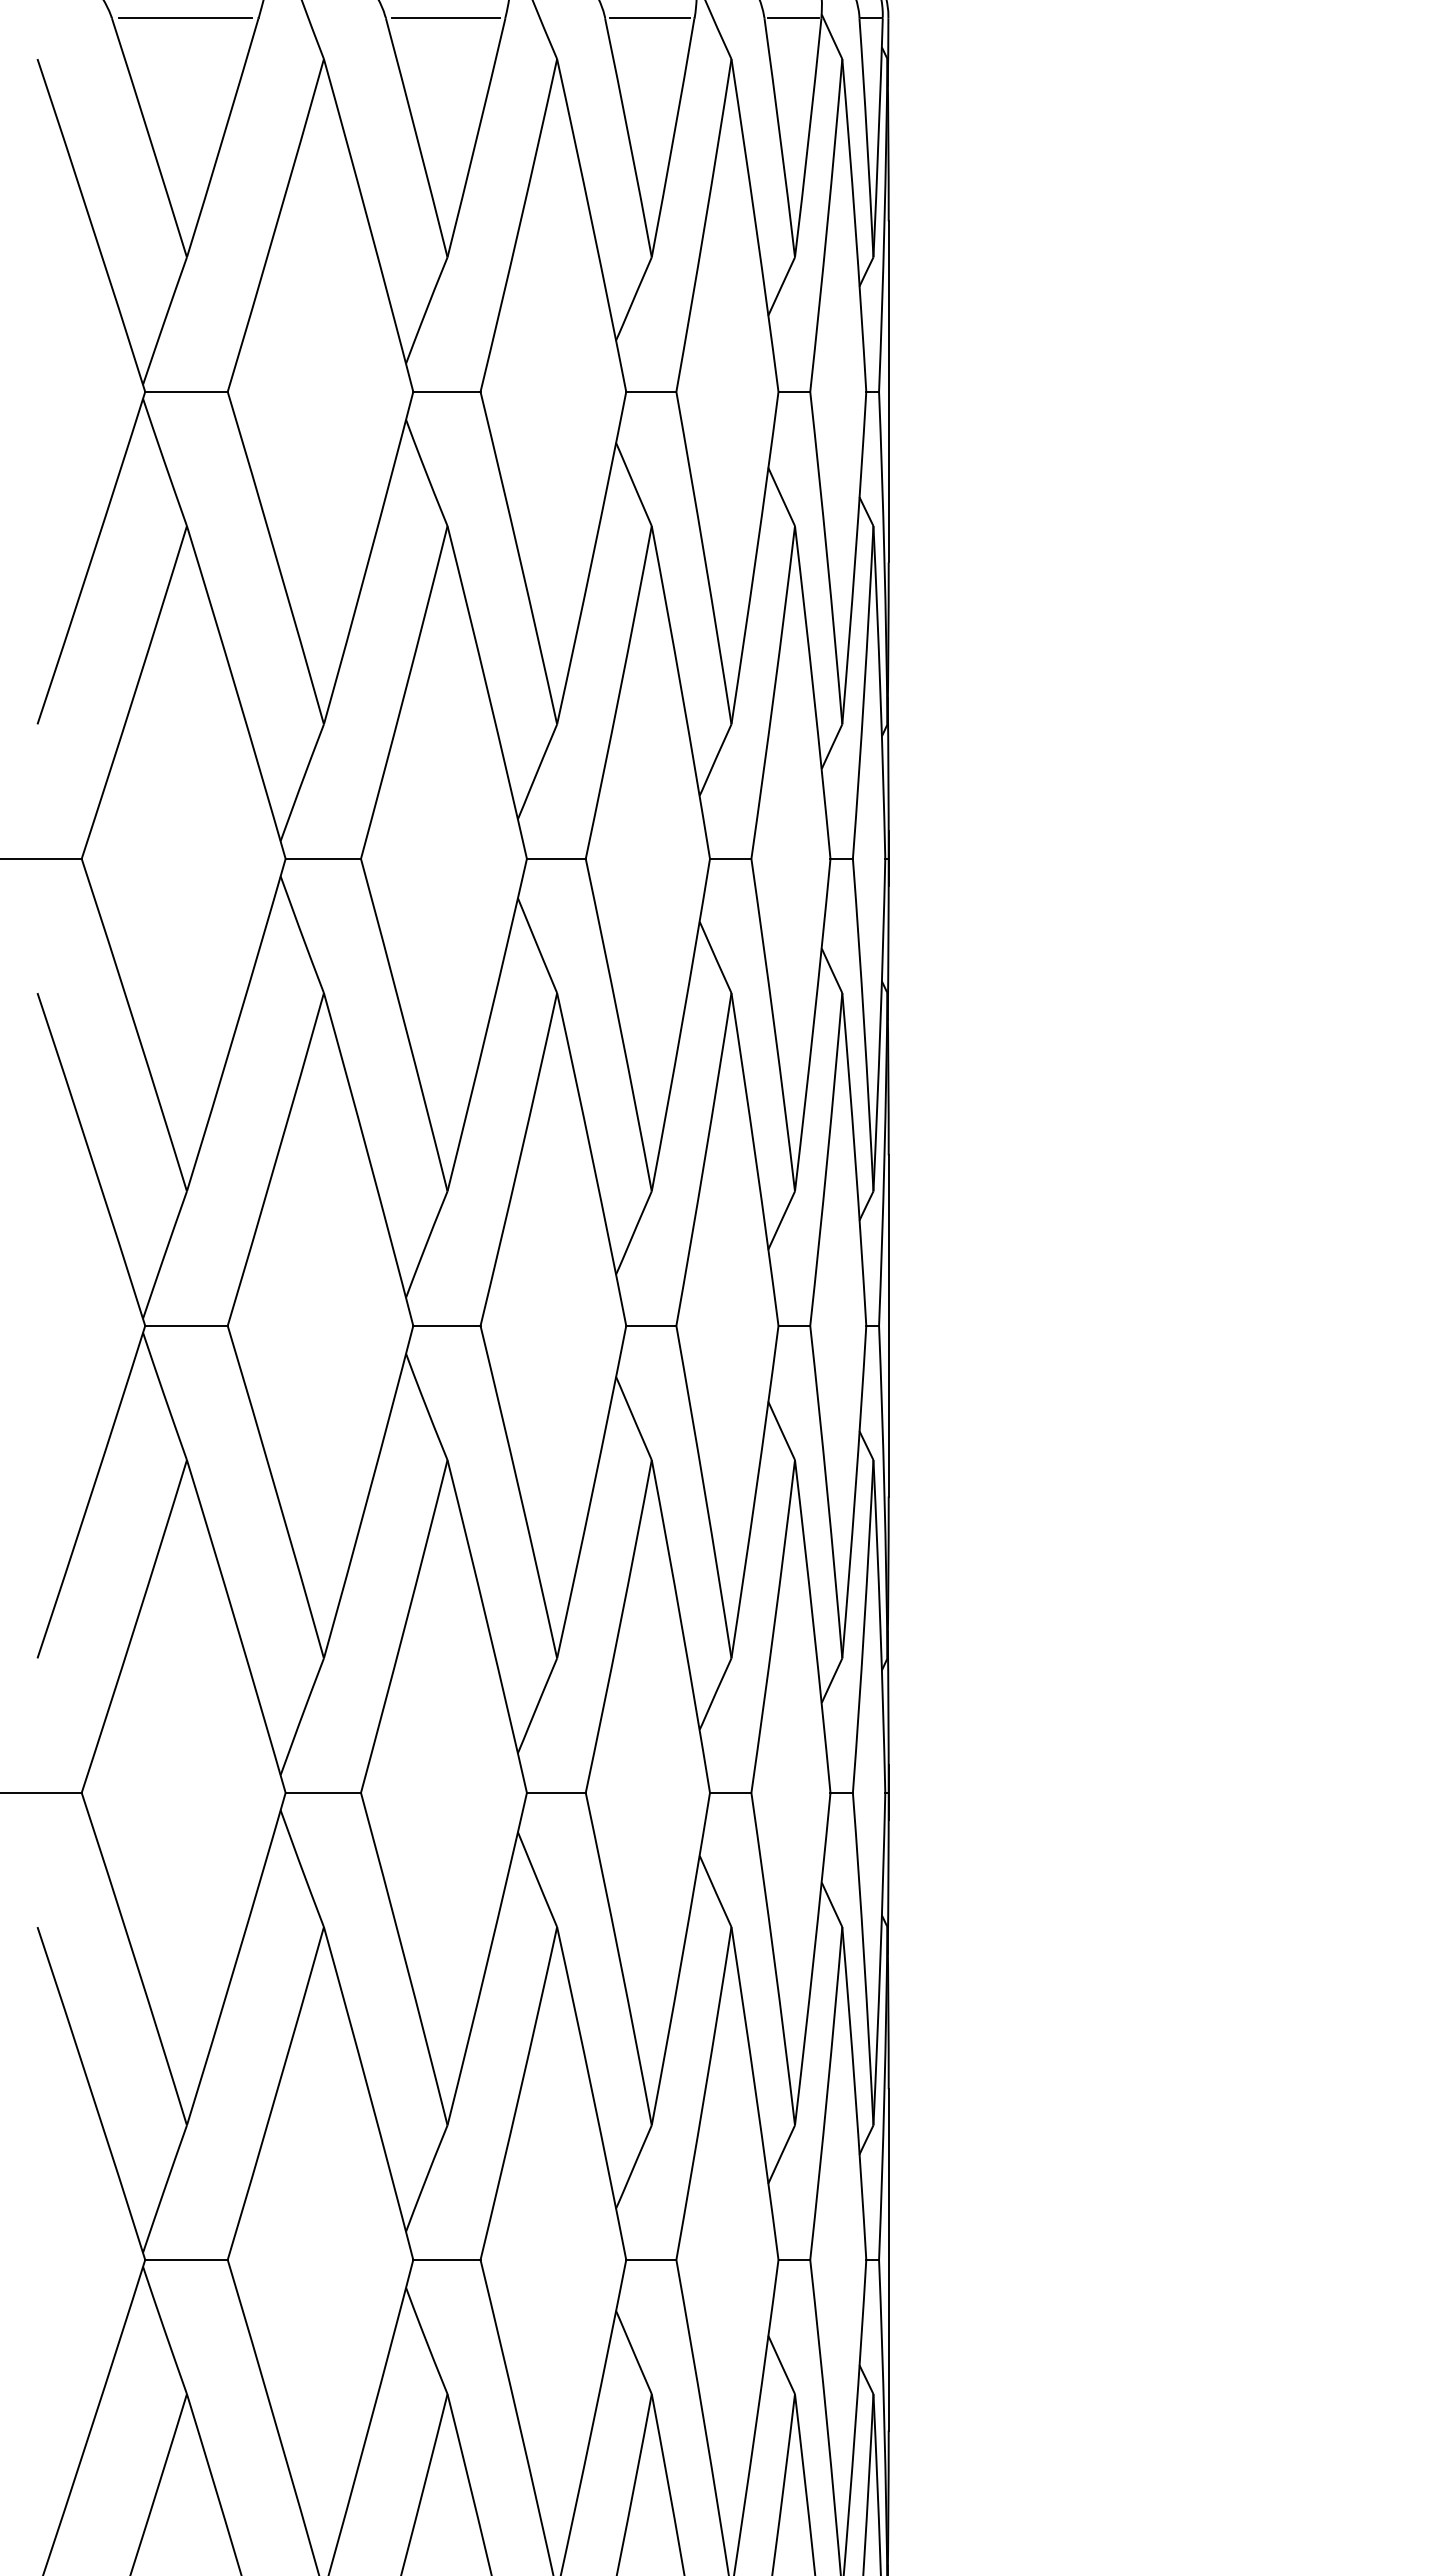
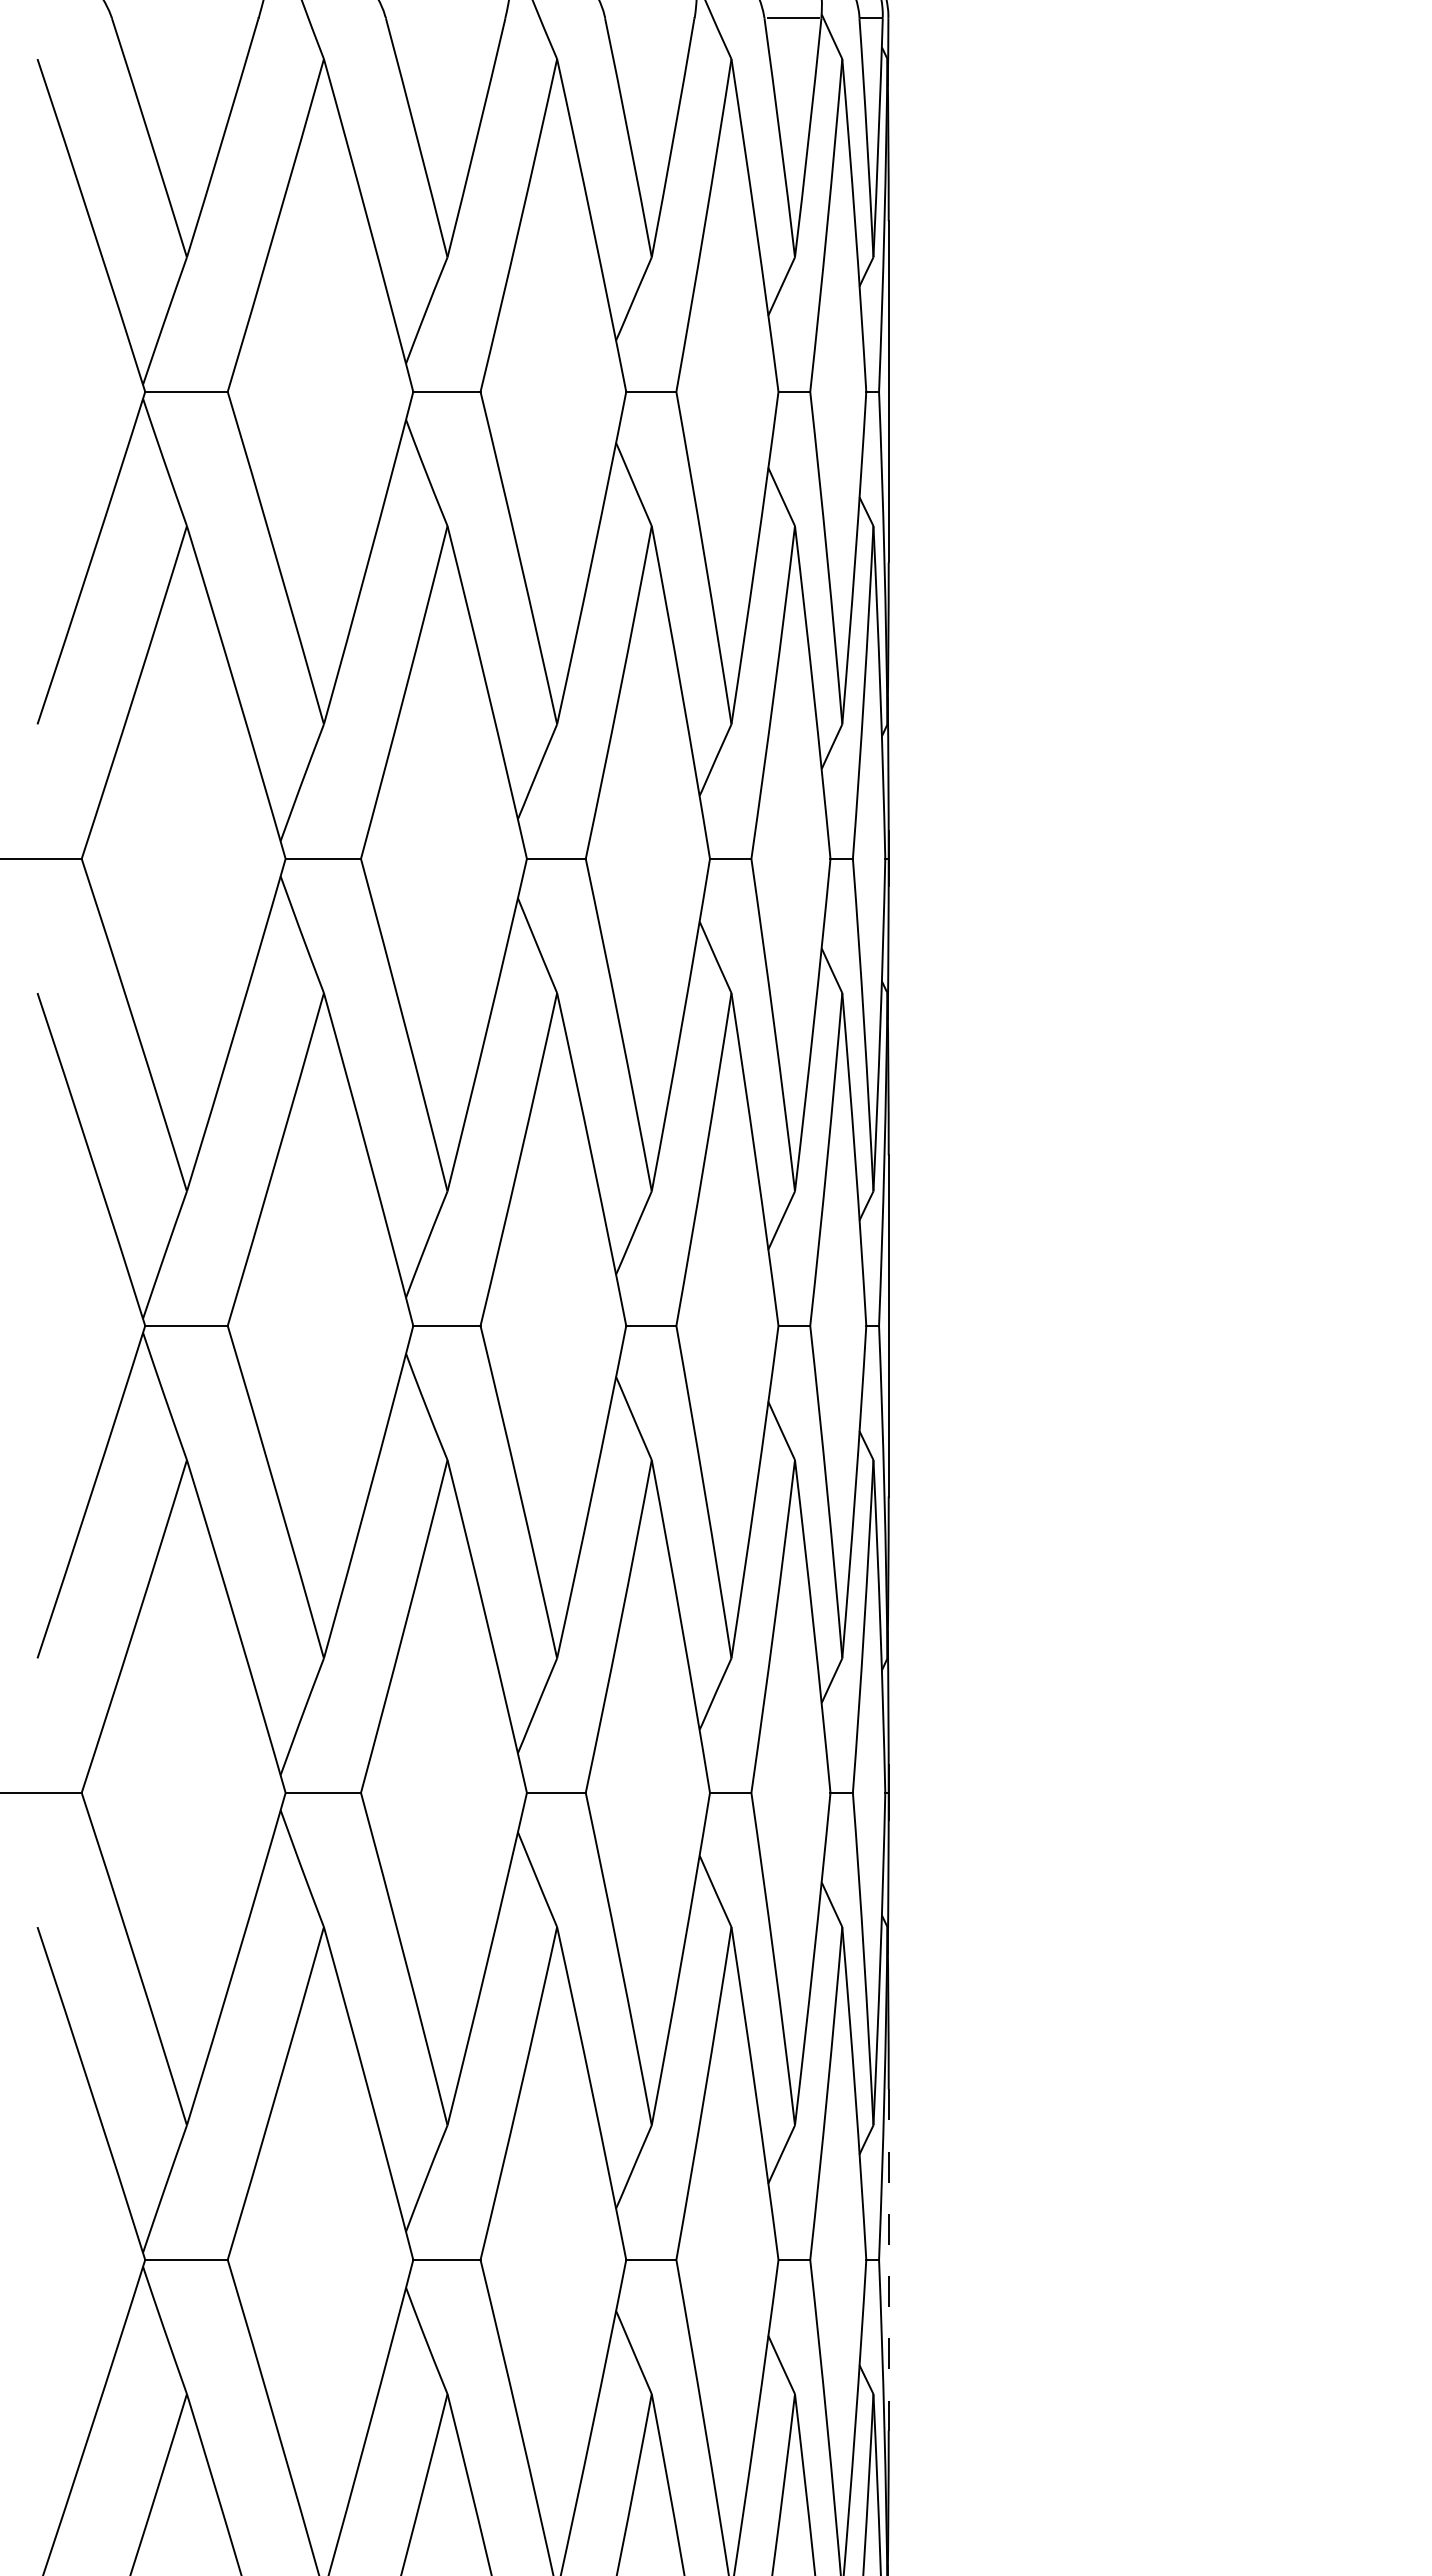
line at (185, 18): present -> none
line at (445, 18): present -> none
line at (650, 18): present -> none
line at (888, 2259): solid -> dashed
